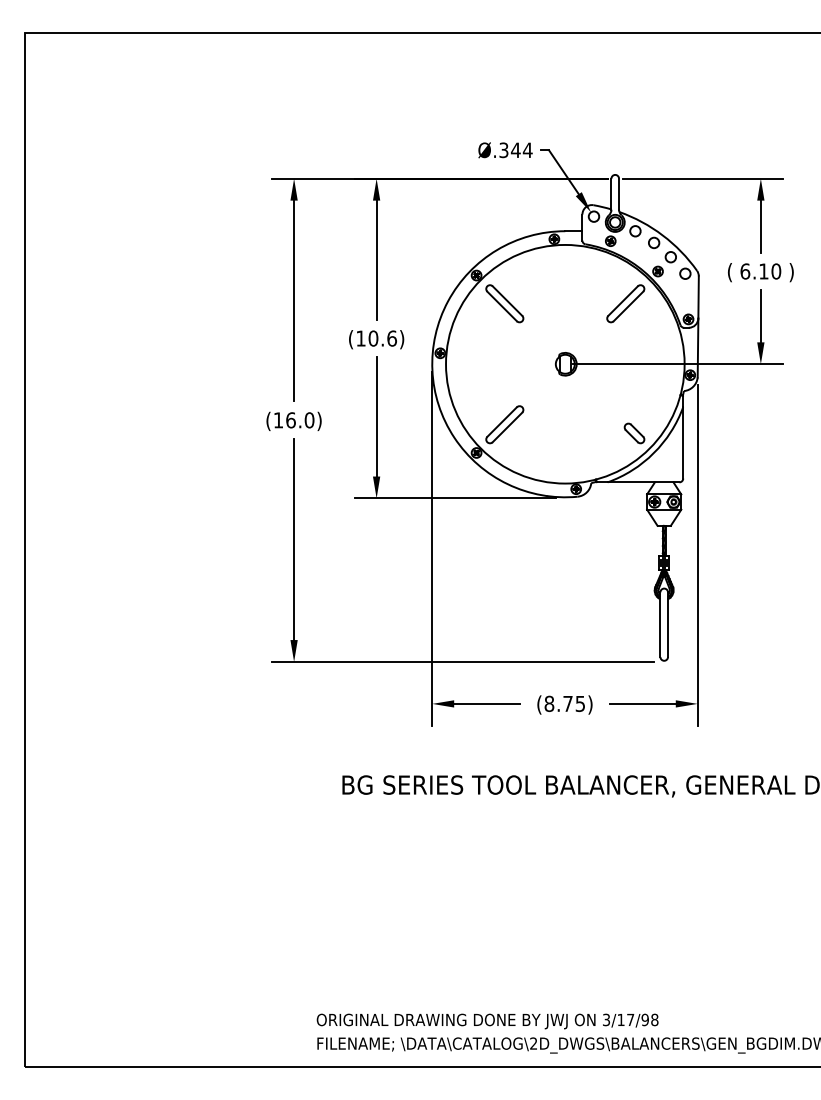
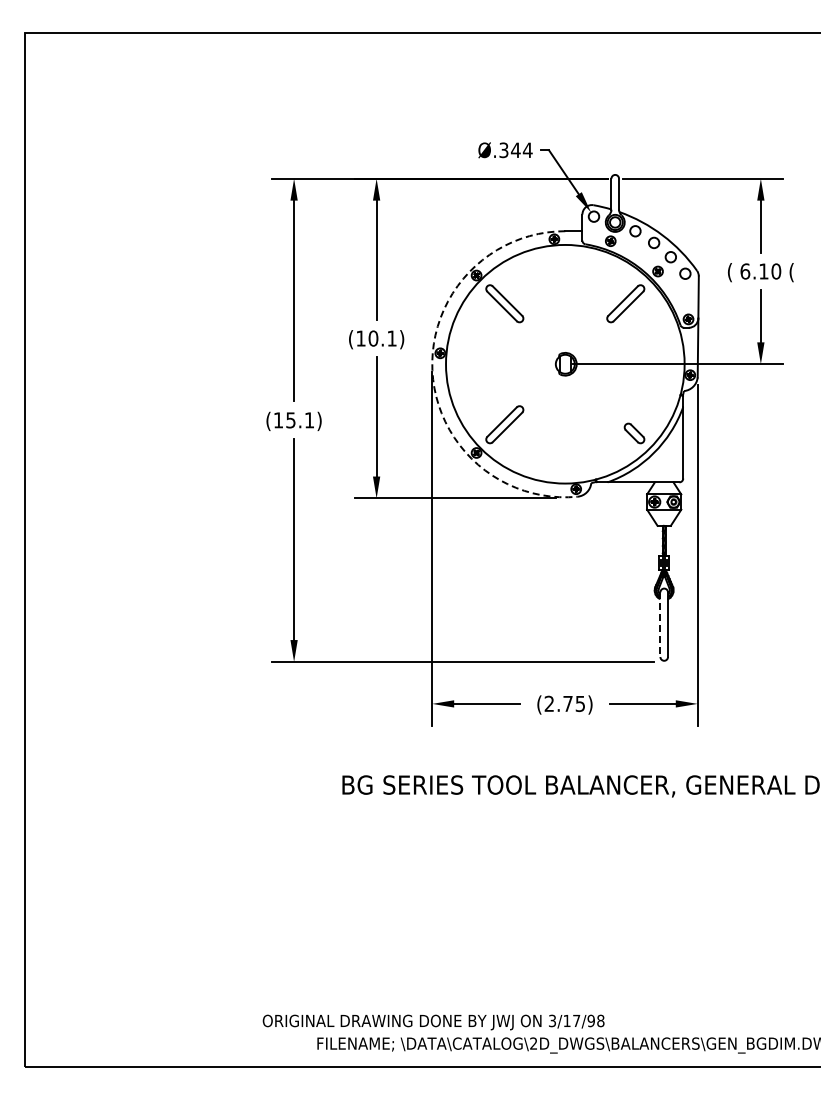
text at (791, 272): ) -> (
text at (392, 338): (10.6) -> (10.1)
arc at (432, 370): solid -> dashed
text at (300, 420): (16.0) -> (15.1)
line at (660, 625): solid -> dashed
text at (549, 703): (8.75) -> (2.75)
text at (487, 1021) position: (487, 1021) -> (433, 1022)
